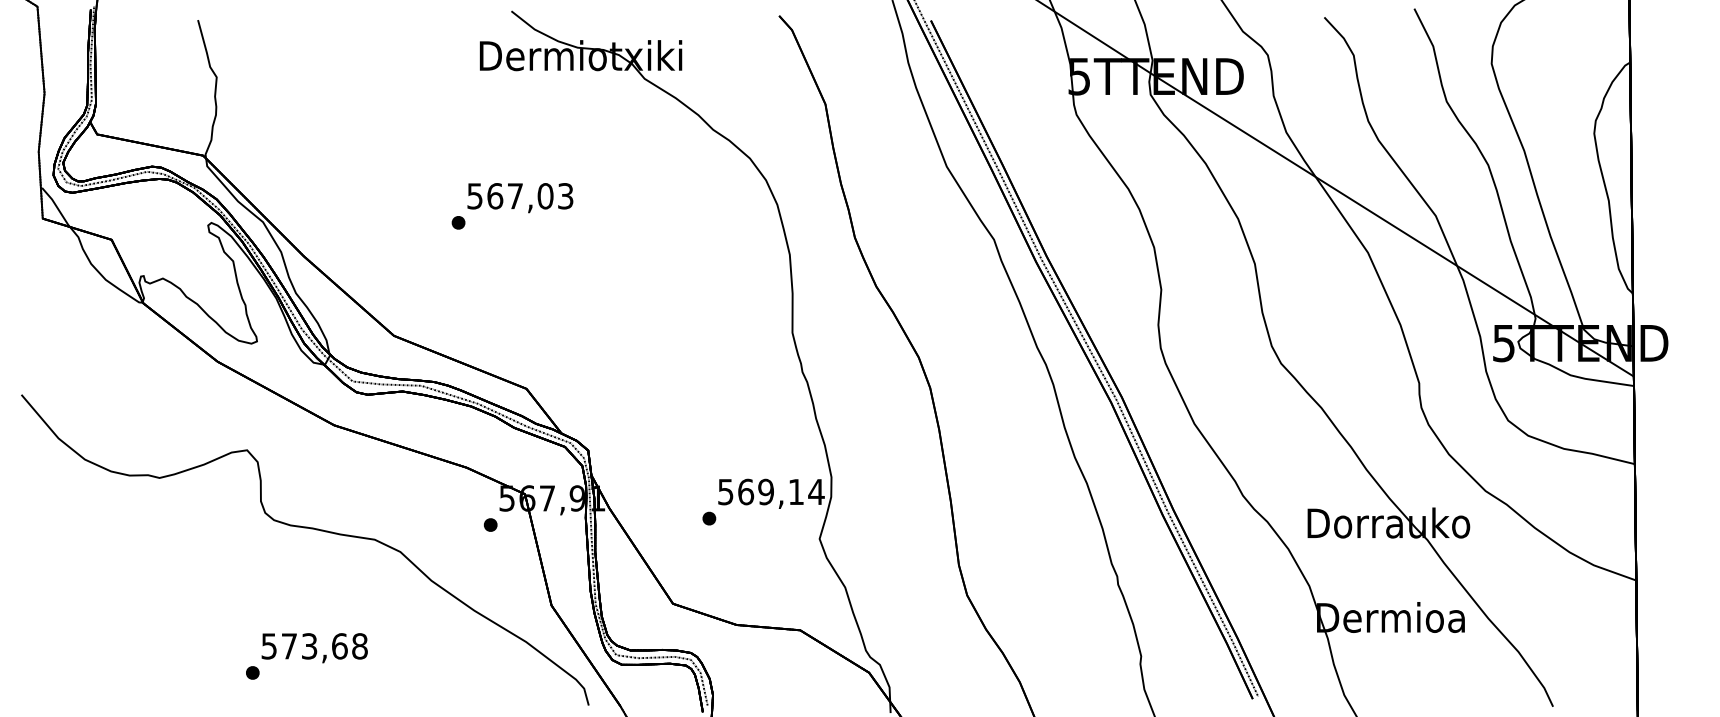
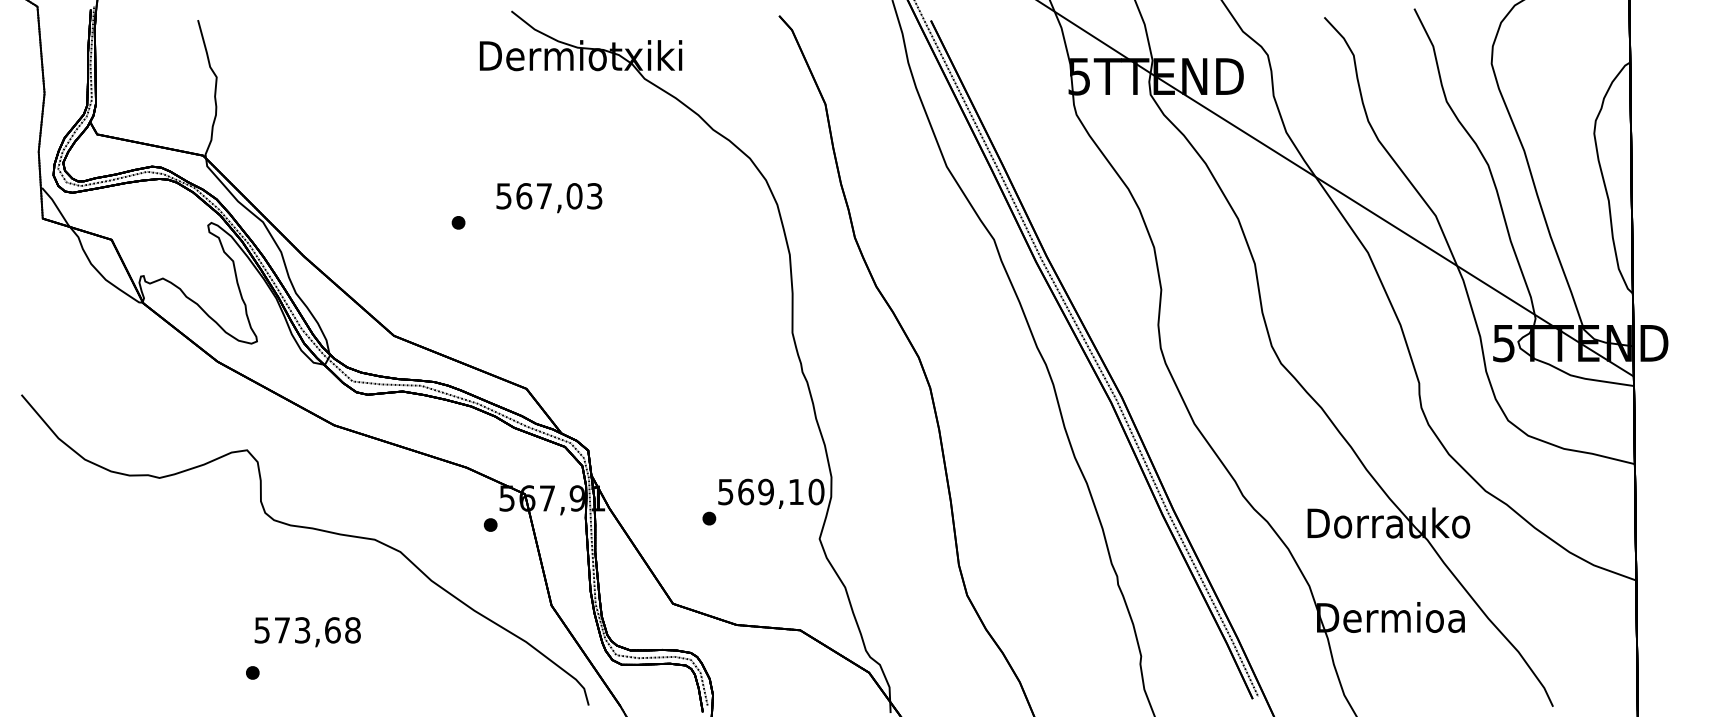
text at (520, 198) position: (520, 198) -> (549, 198)
text at (816, 491): 569,14 -> 569,10
text at (314, 648) position: (314, 648) -> (307, 632)
